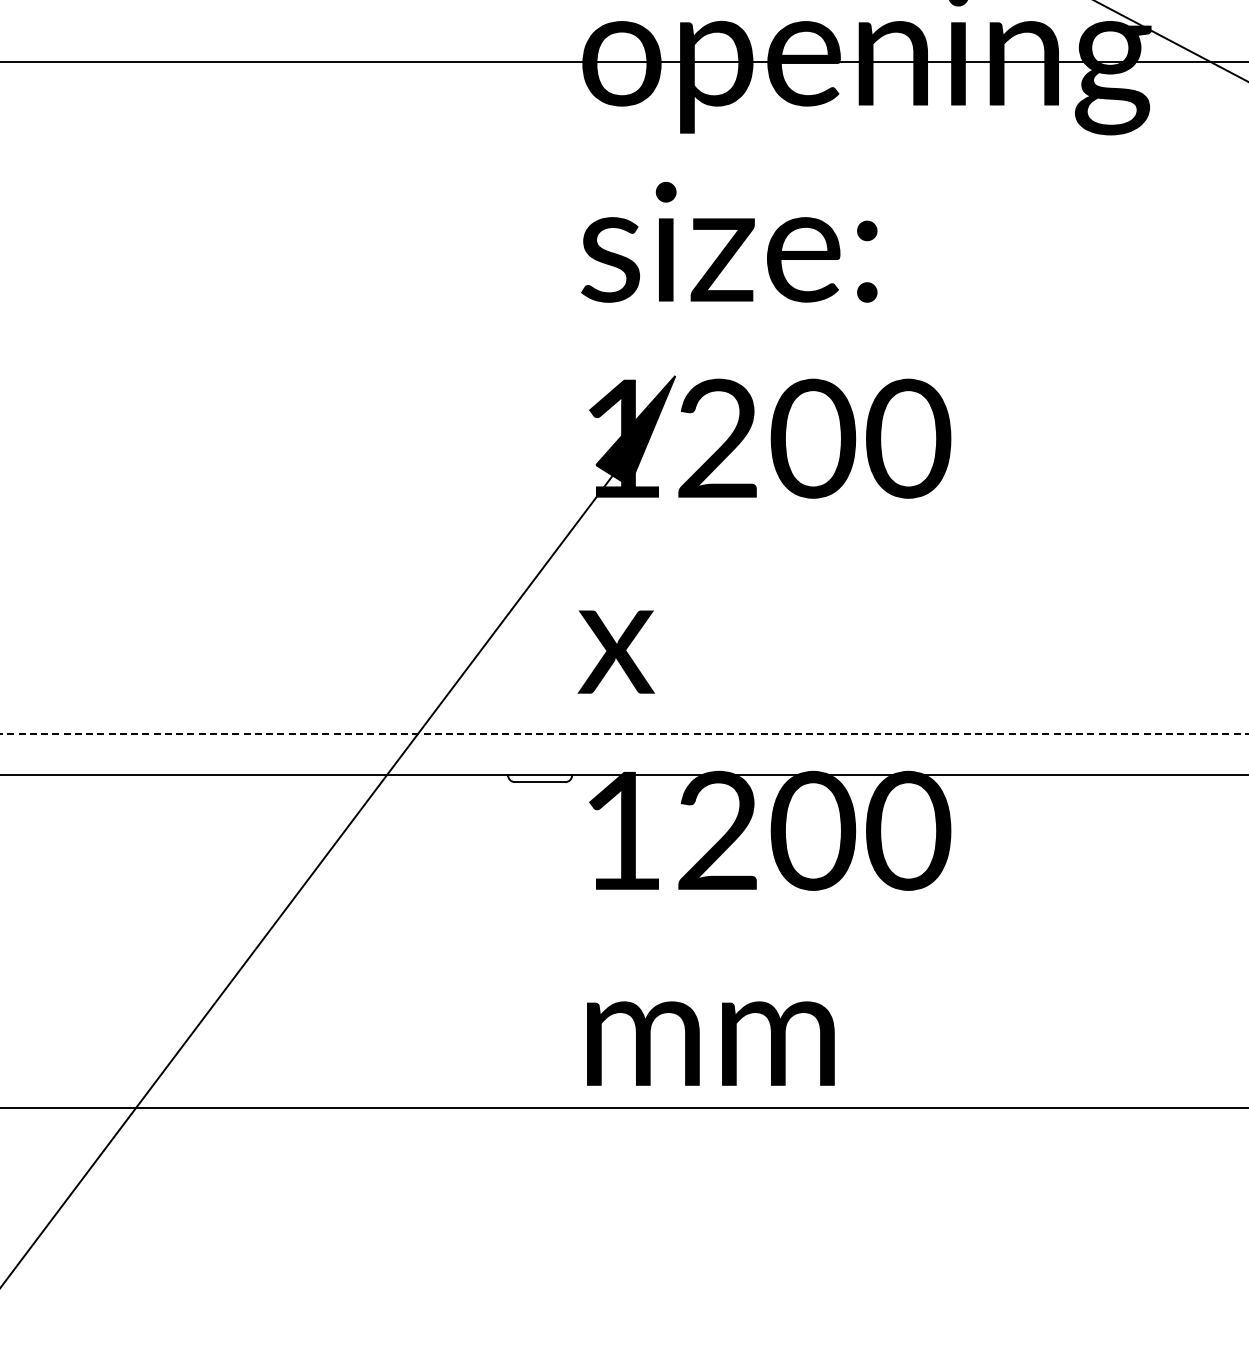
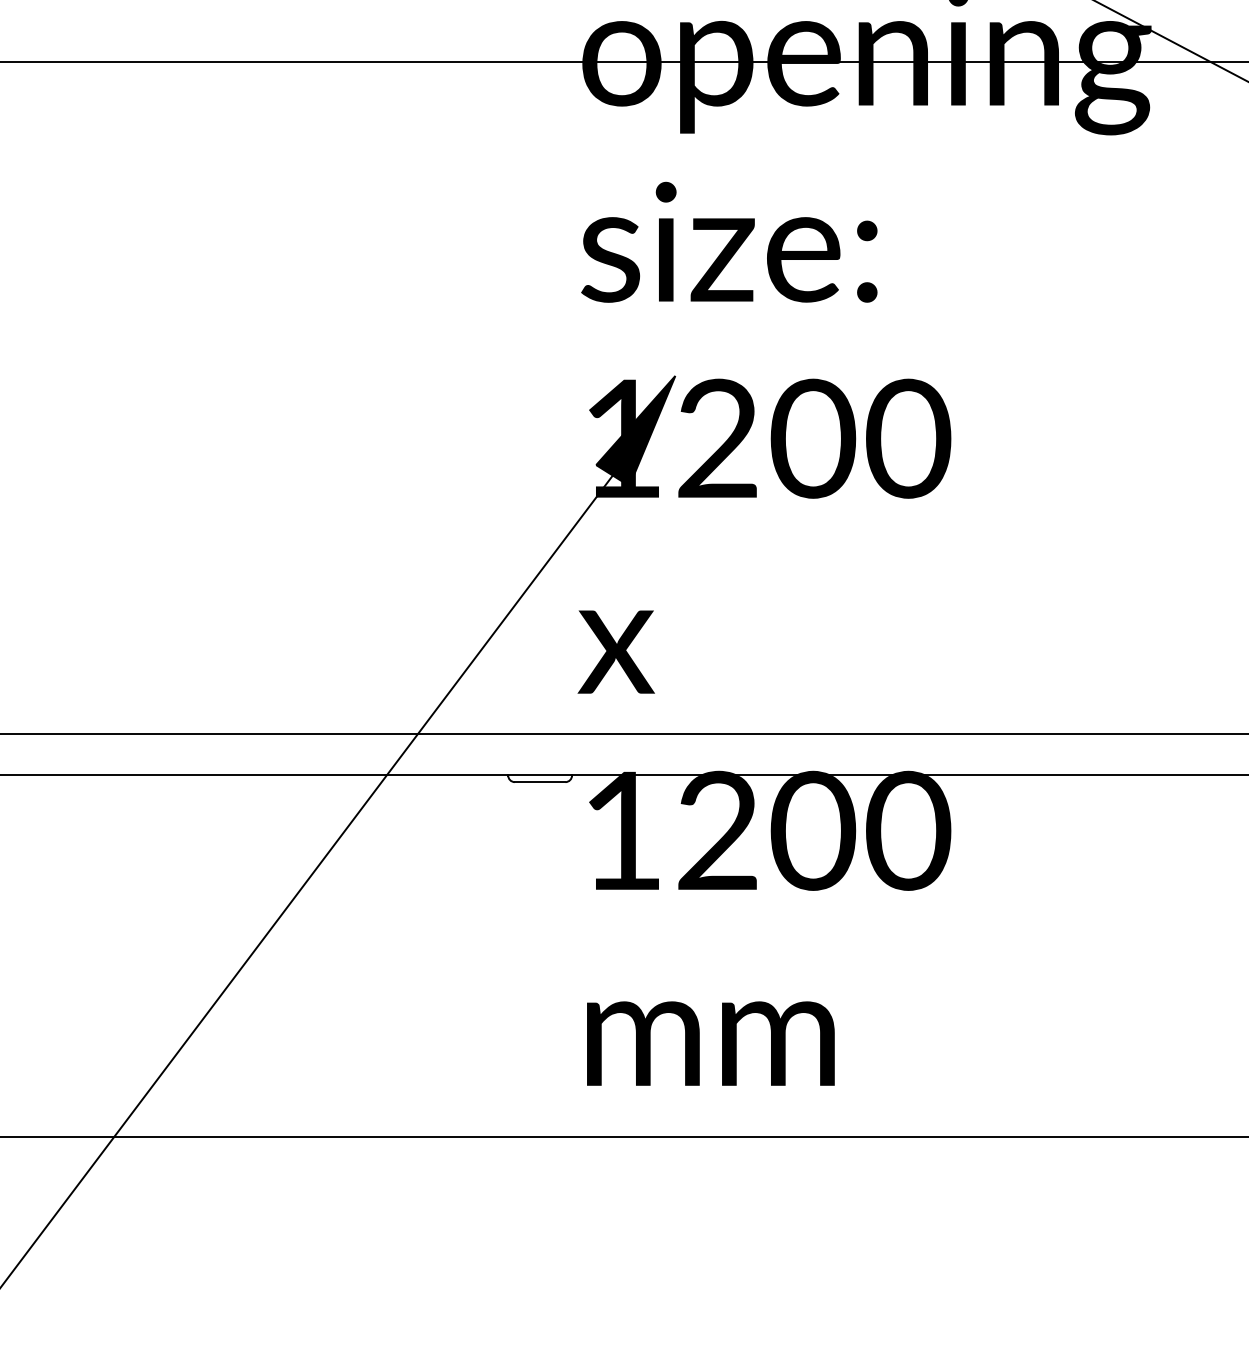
line at (624, 733): dashed -> solid
line at (623, 1108) position: (623, 1108) -> (623, 1137)
